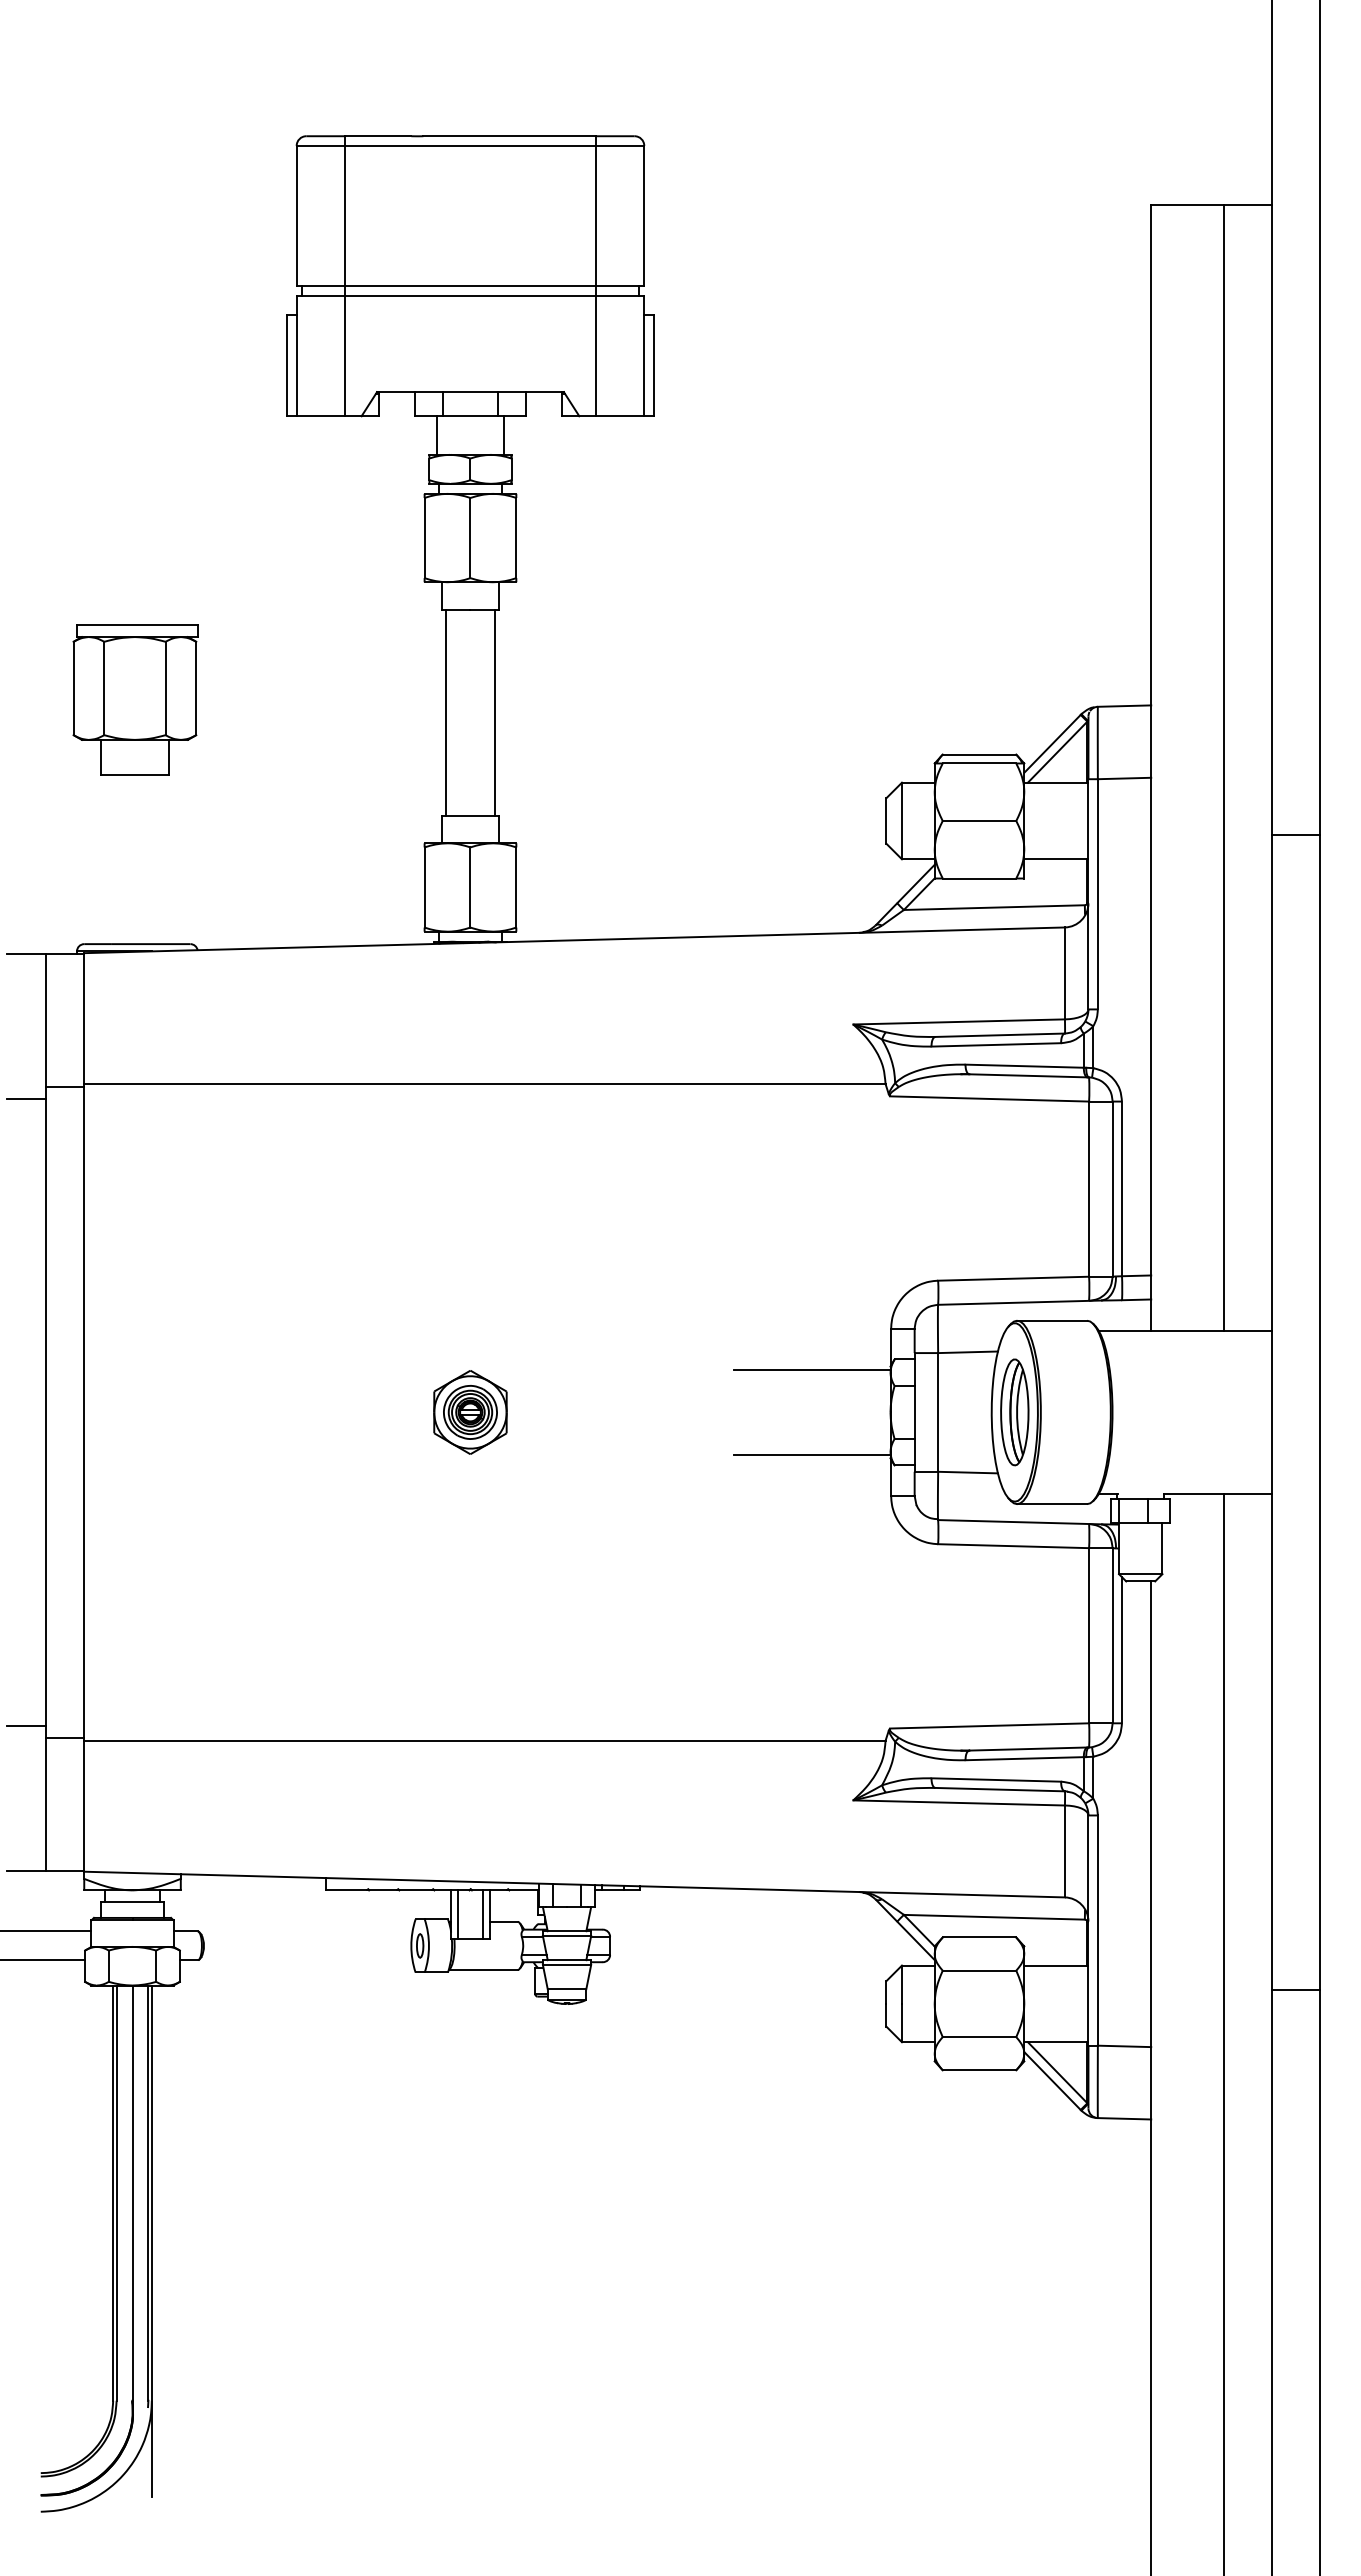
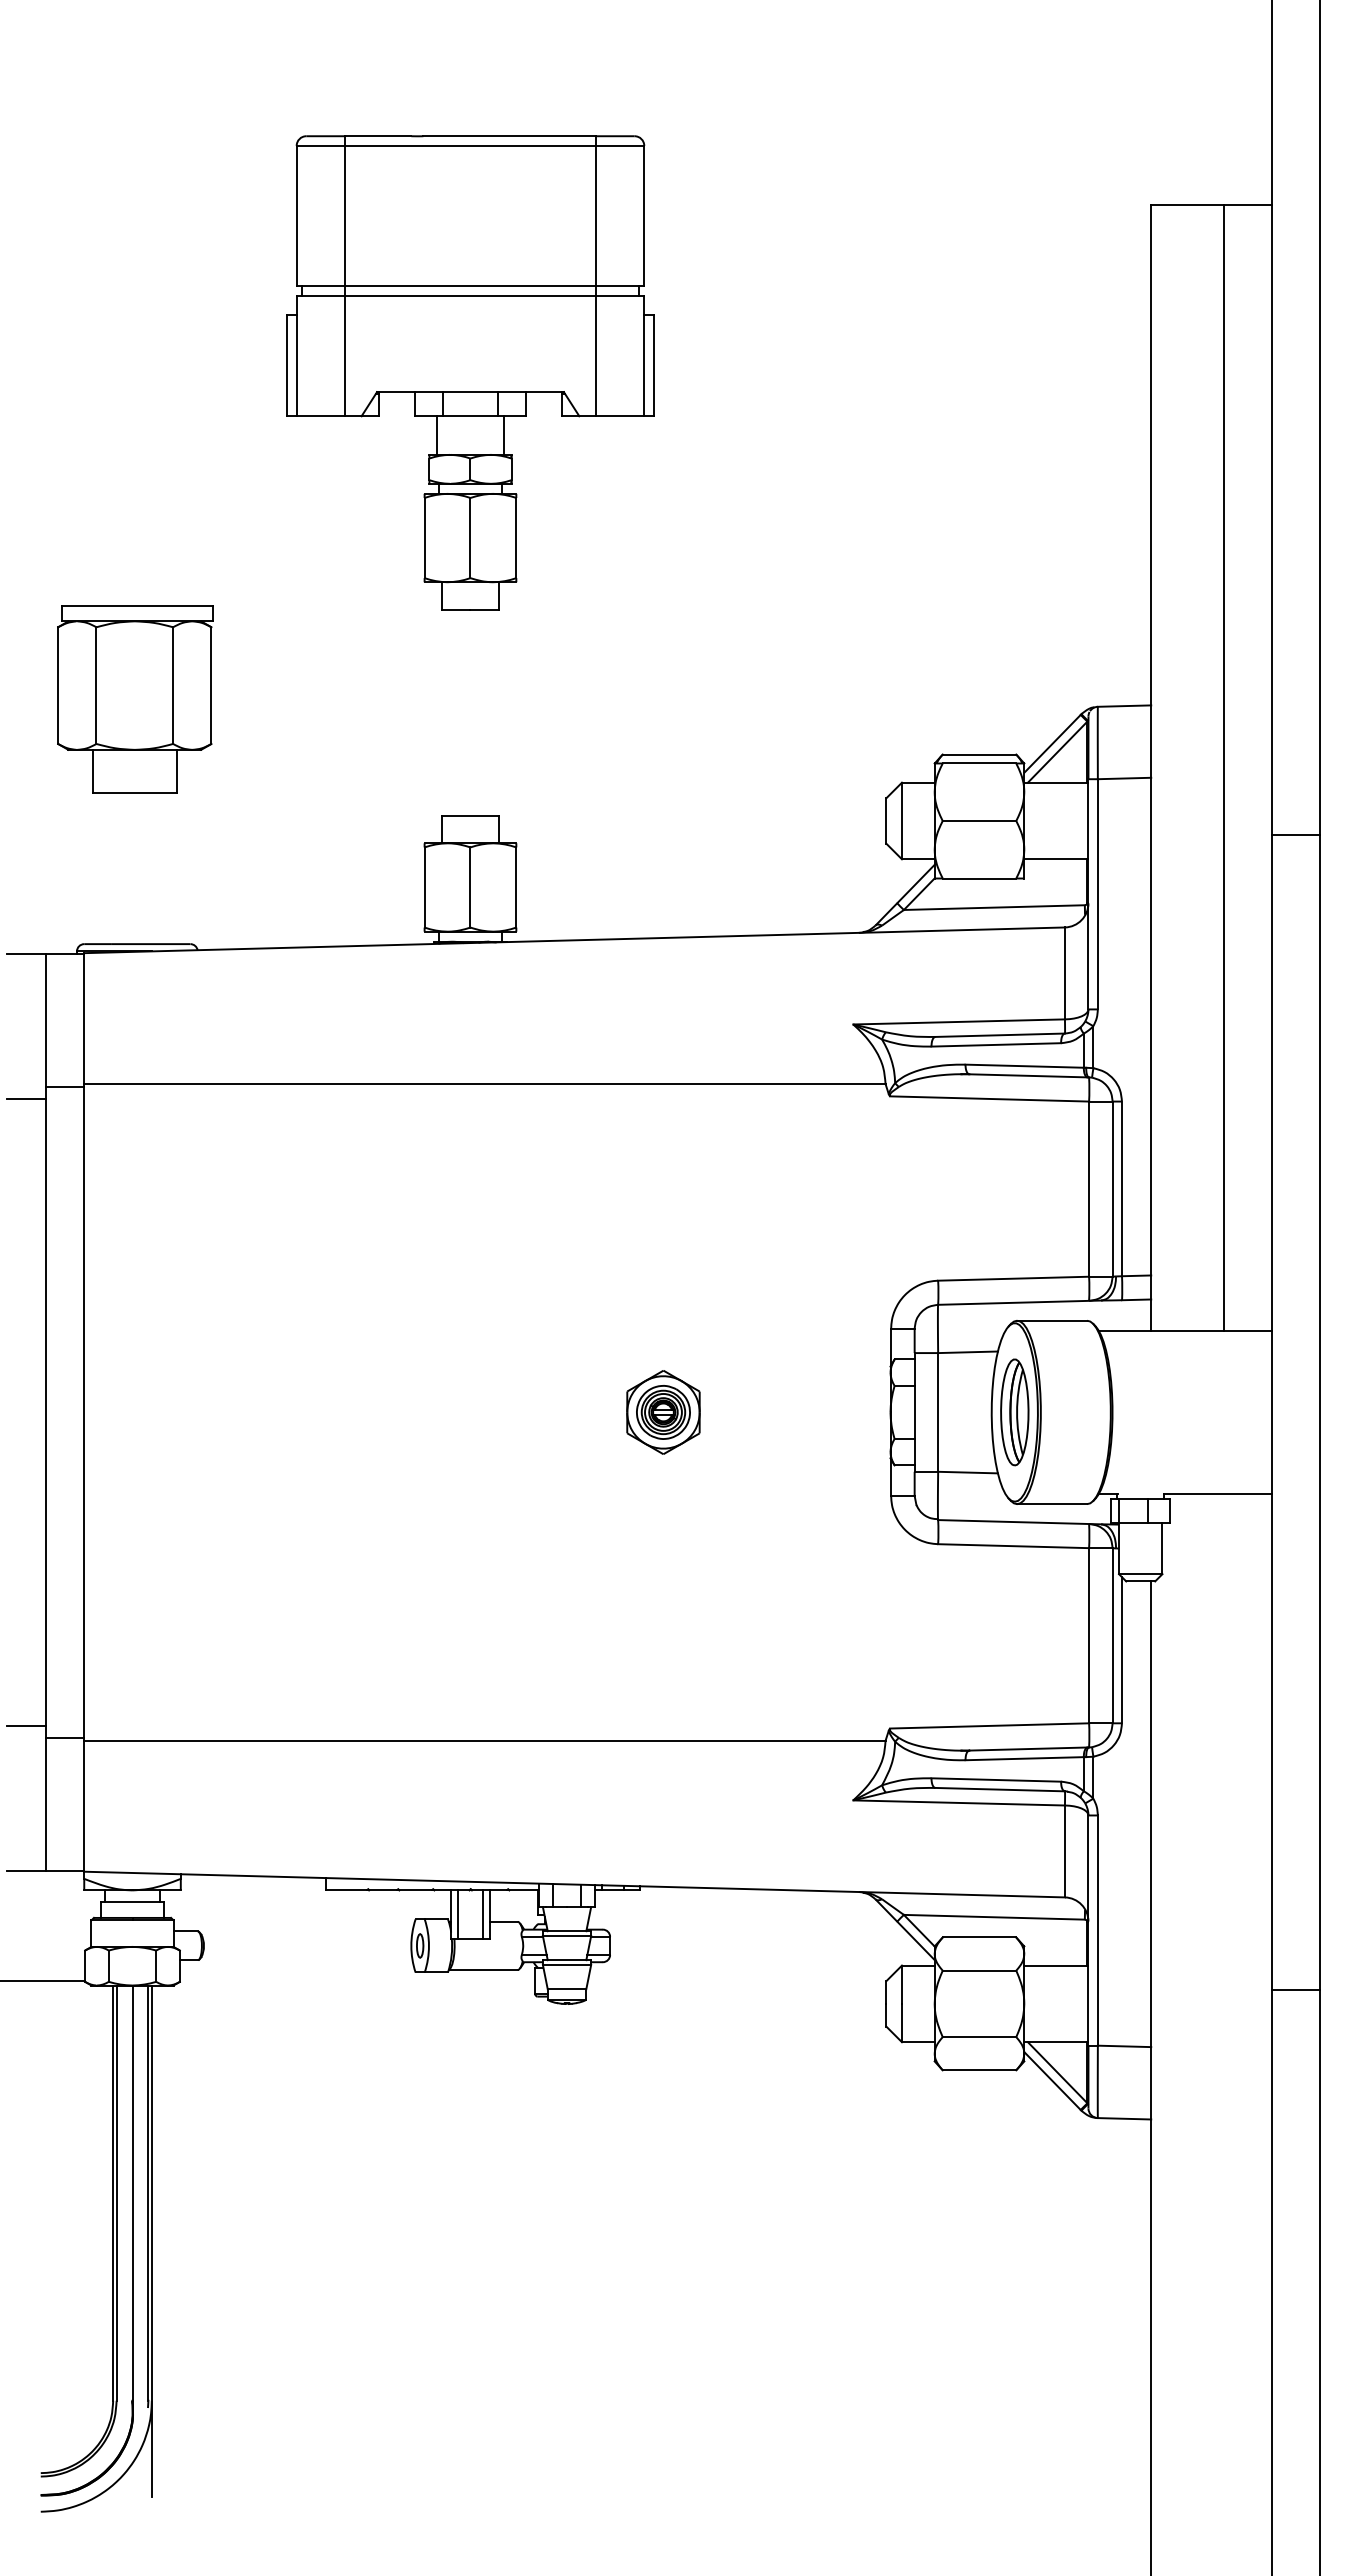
part at (135, 699) size: 127x152 px -> 157x189 px
line at (446, 712): present -> none
line at (494, 712): present -> none
line at (811, 1370): present -> none
part at (470, 1412) position: (470, 1412) -> (663, 1412)
line at (811, 1454): present -> none
line at (46, 1931): present -> none
line at (43, 1960) position: (43, 1960) -> (43, 1981)
line at (1223, 2032): present -> none
